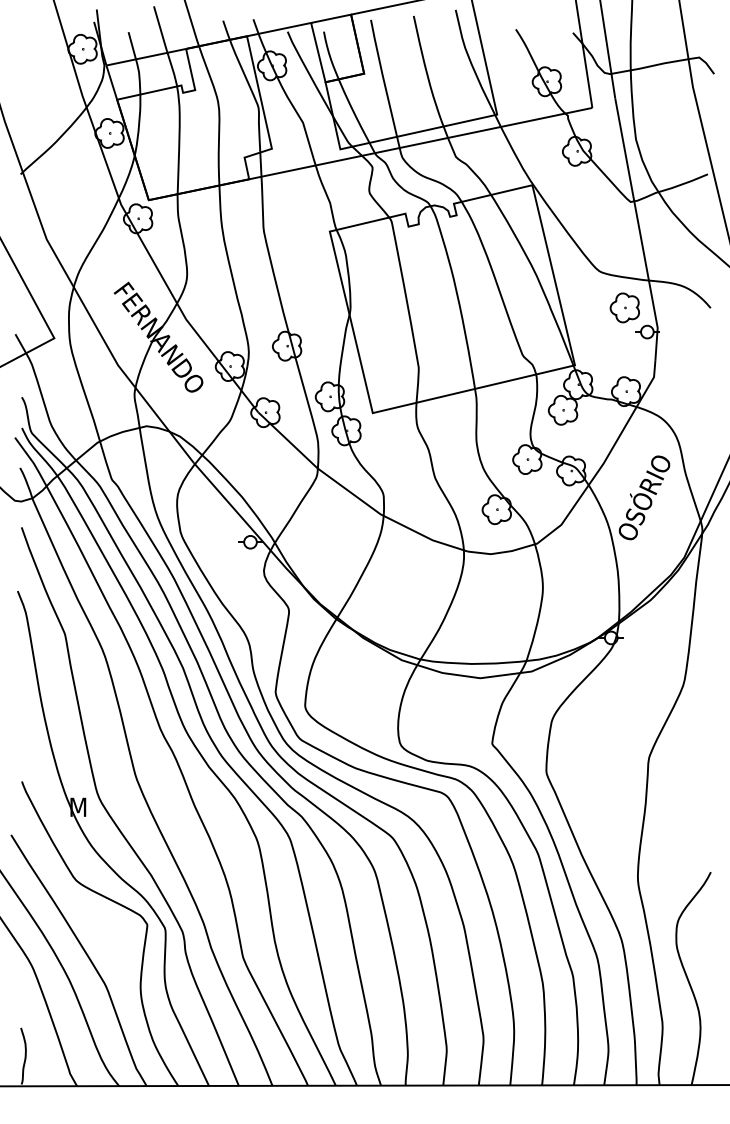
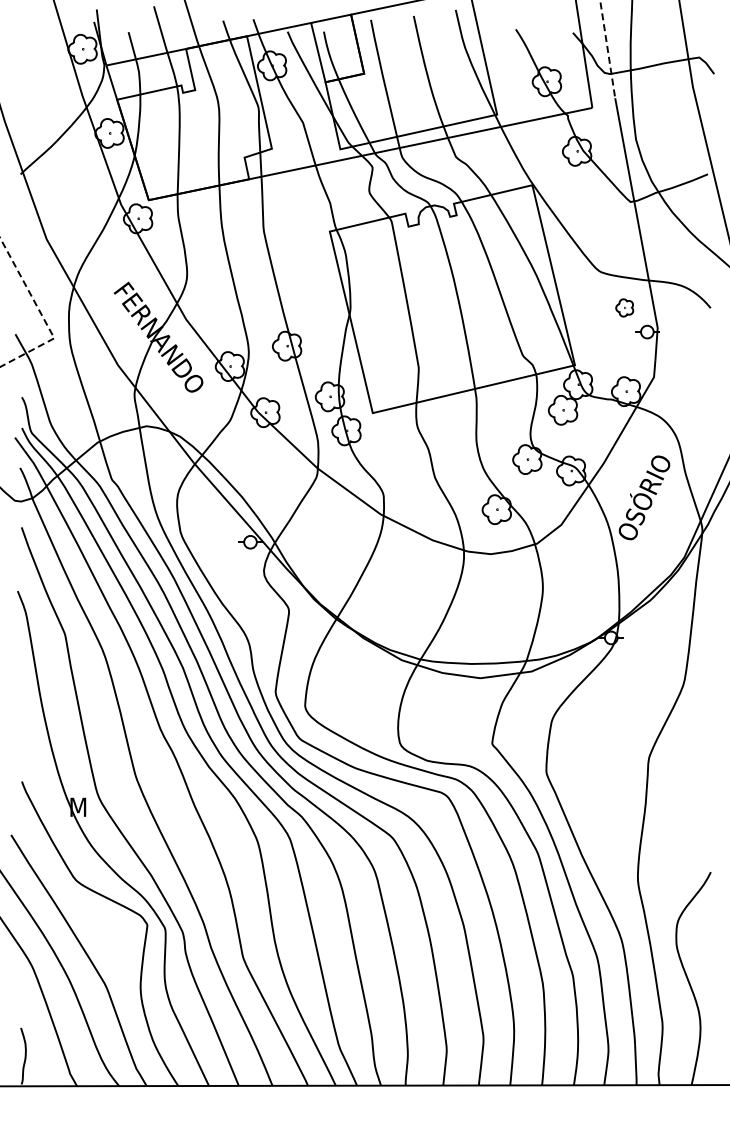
line at (607, 48): solid -> dashed
part at (624, 307) size: 31x32 px -> 20x20 px
line at (42, 315): solid -> dashed
